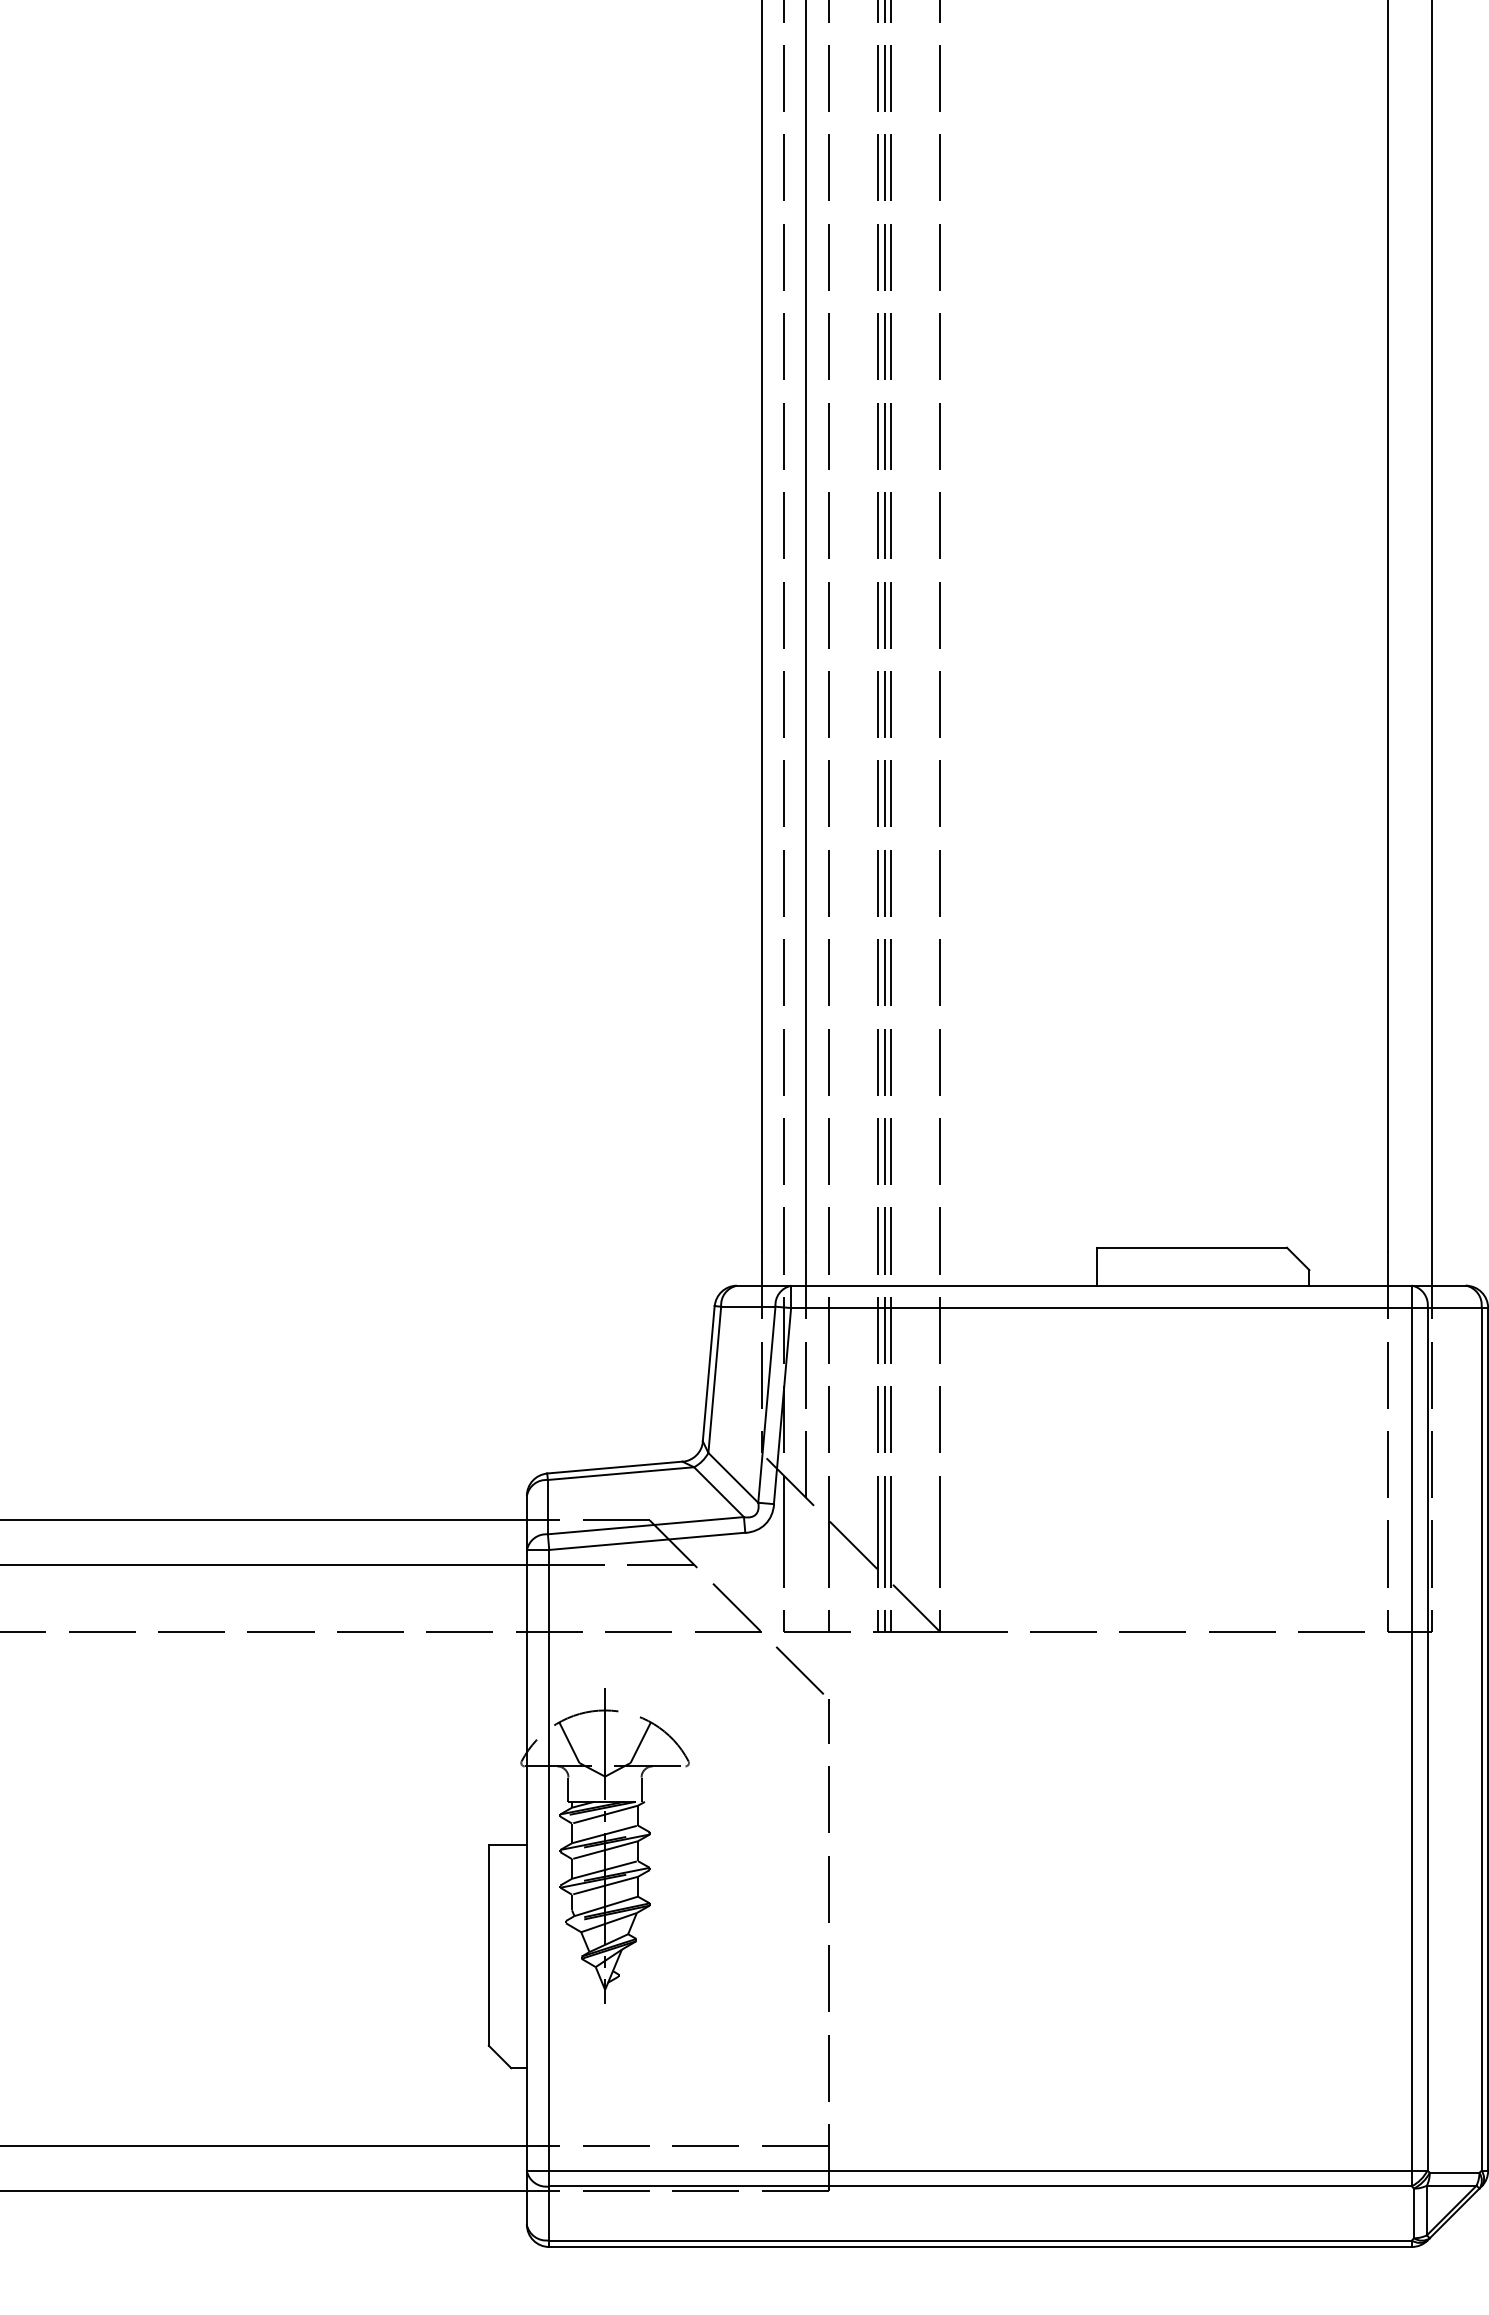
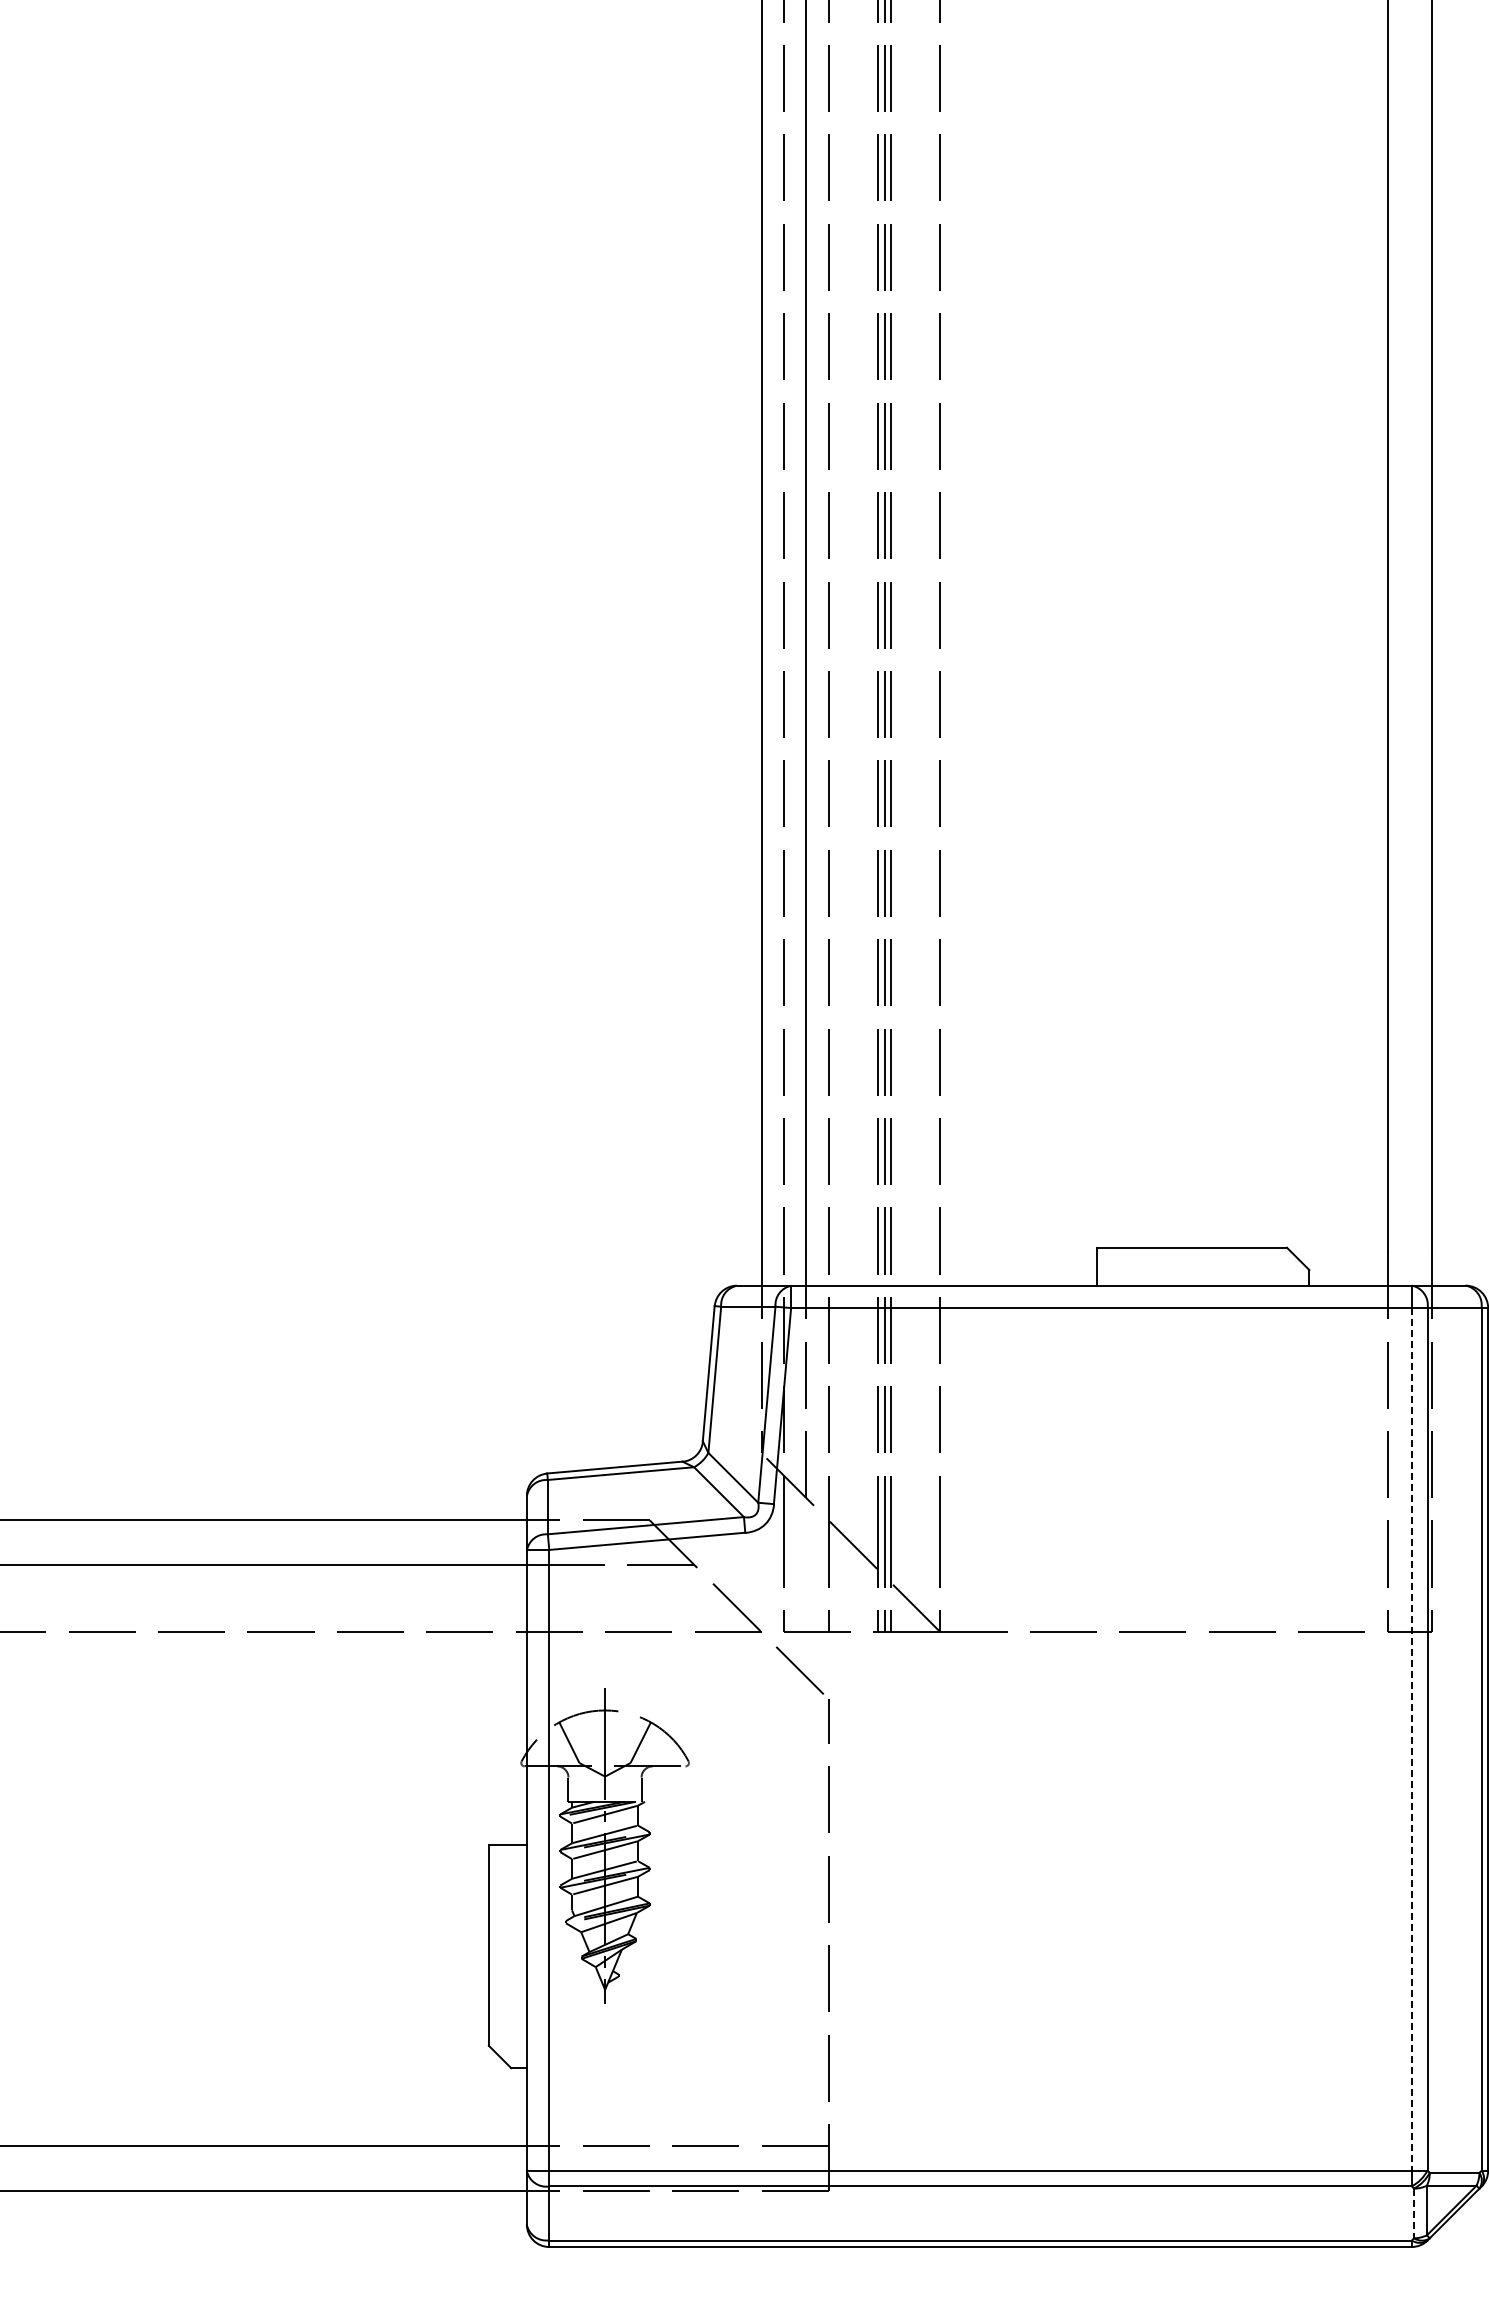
line at (1411, 1739): solid -> dashed
line at (1413, 2213): solid -> dashed
